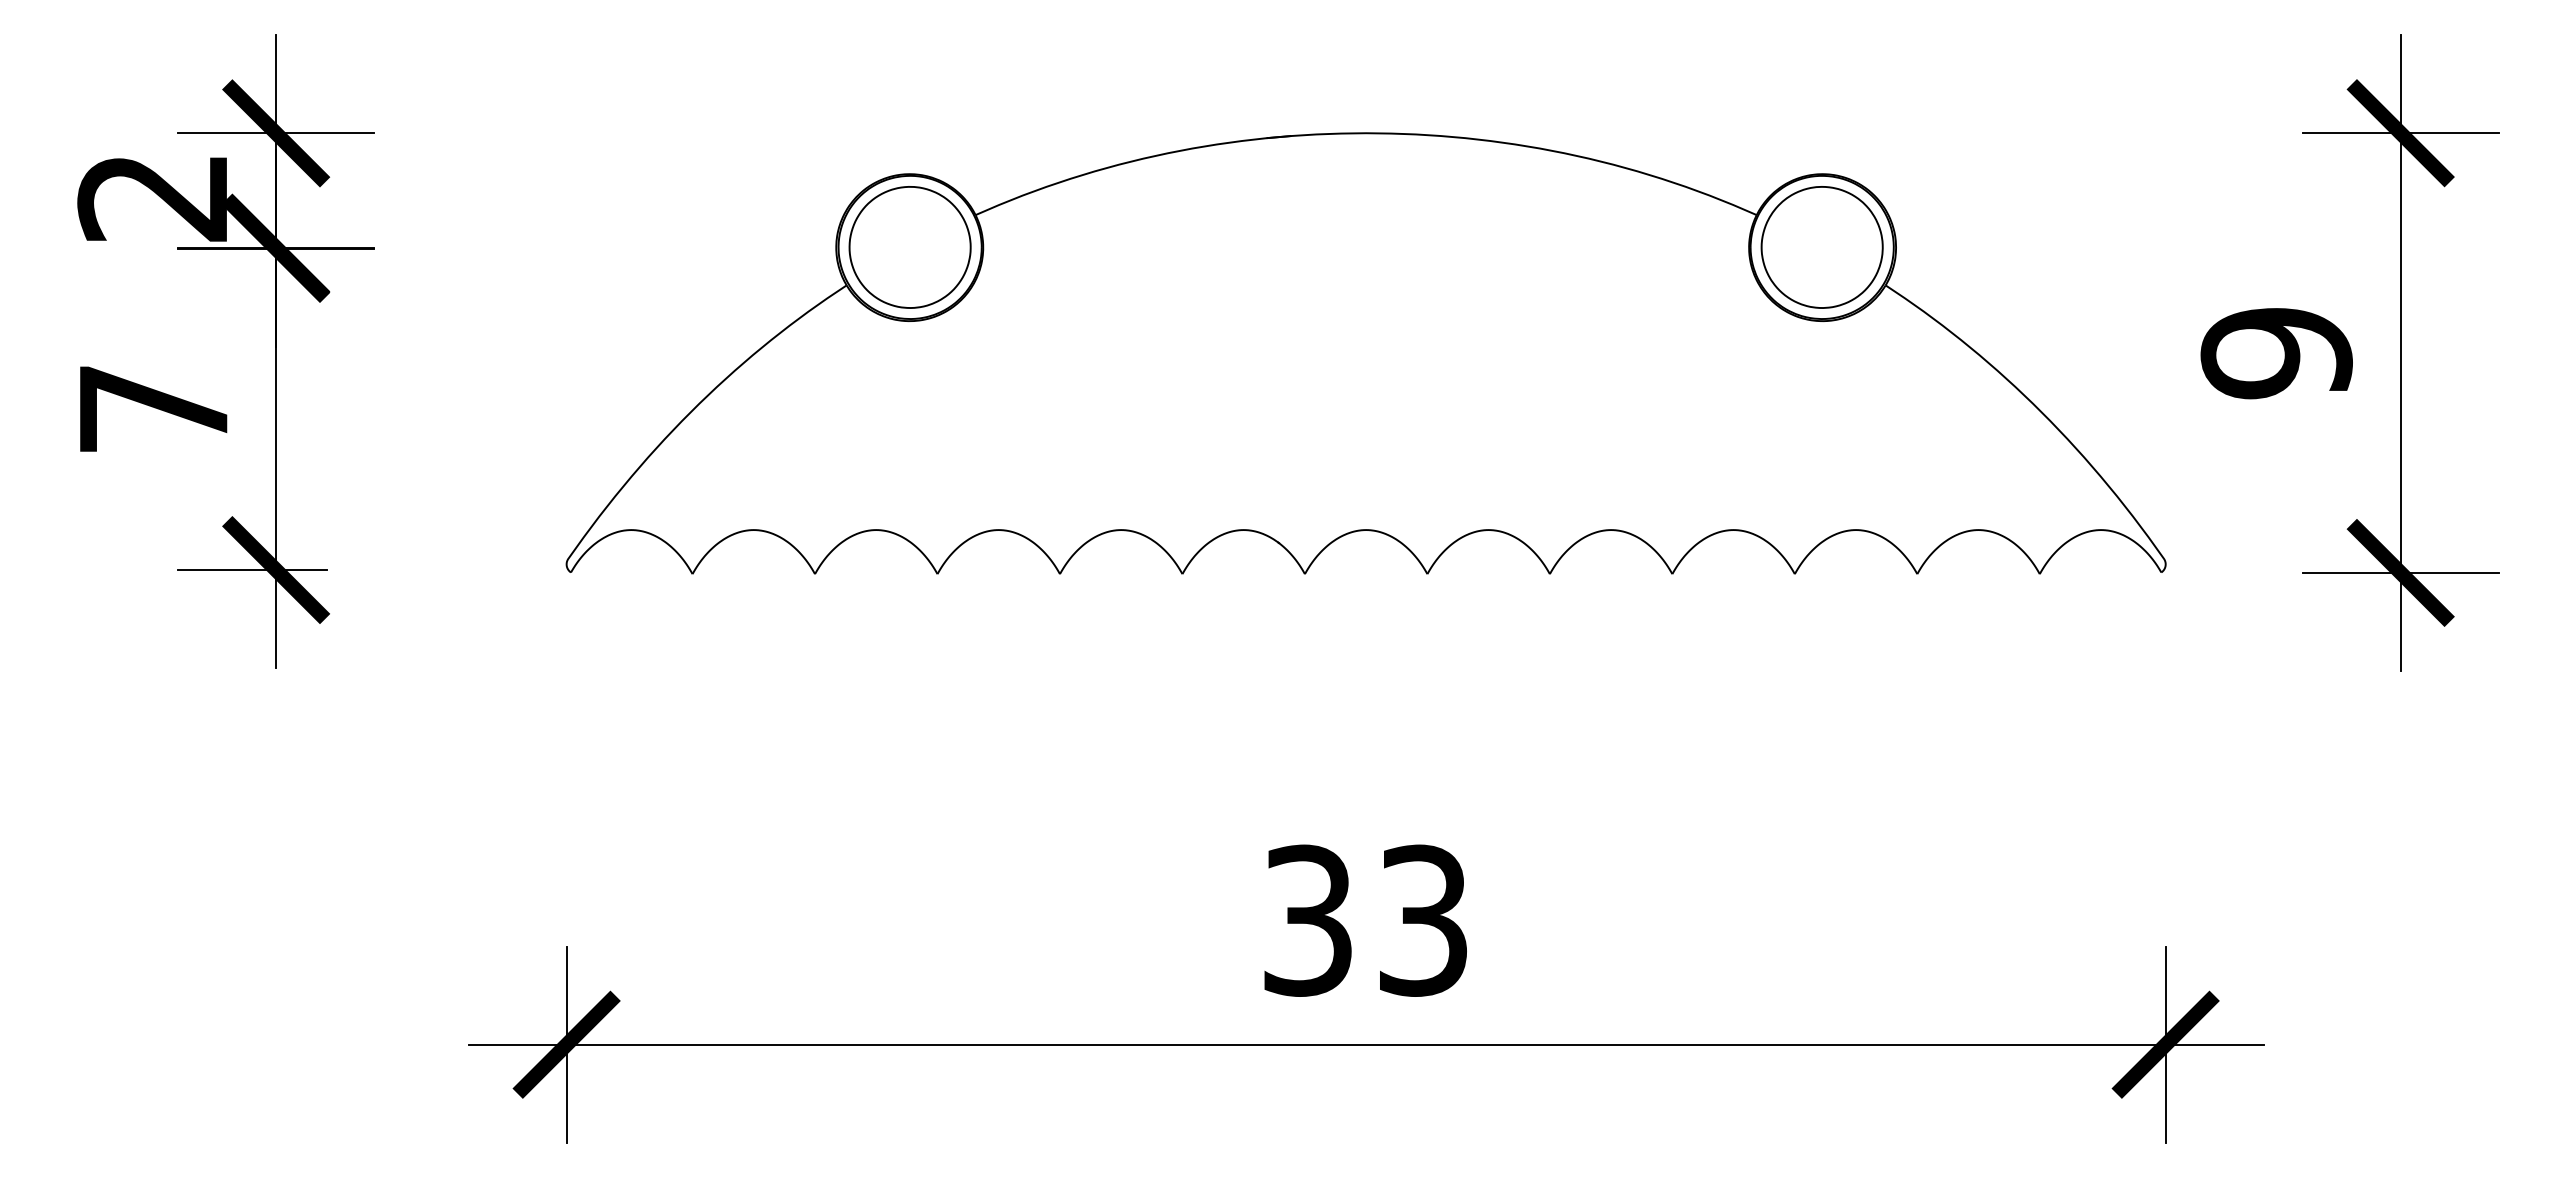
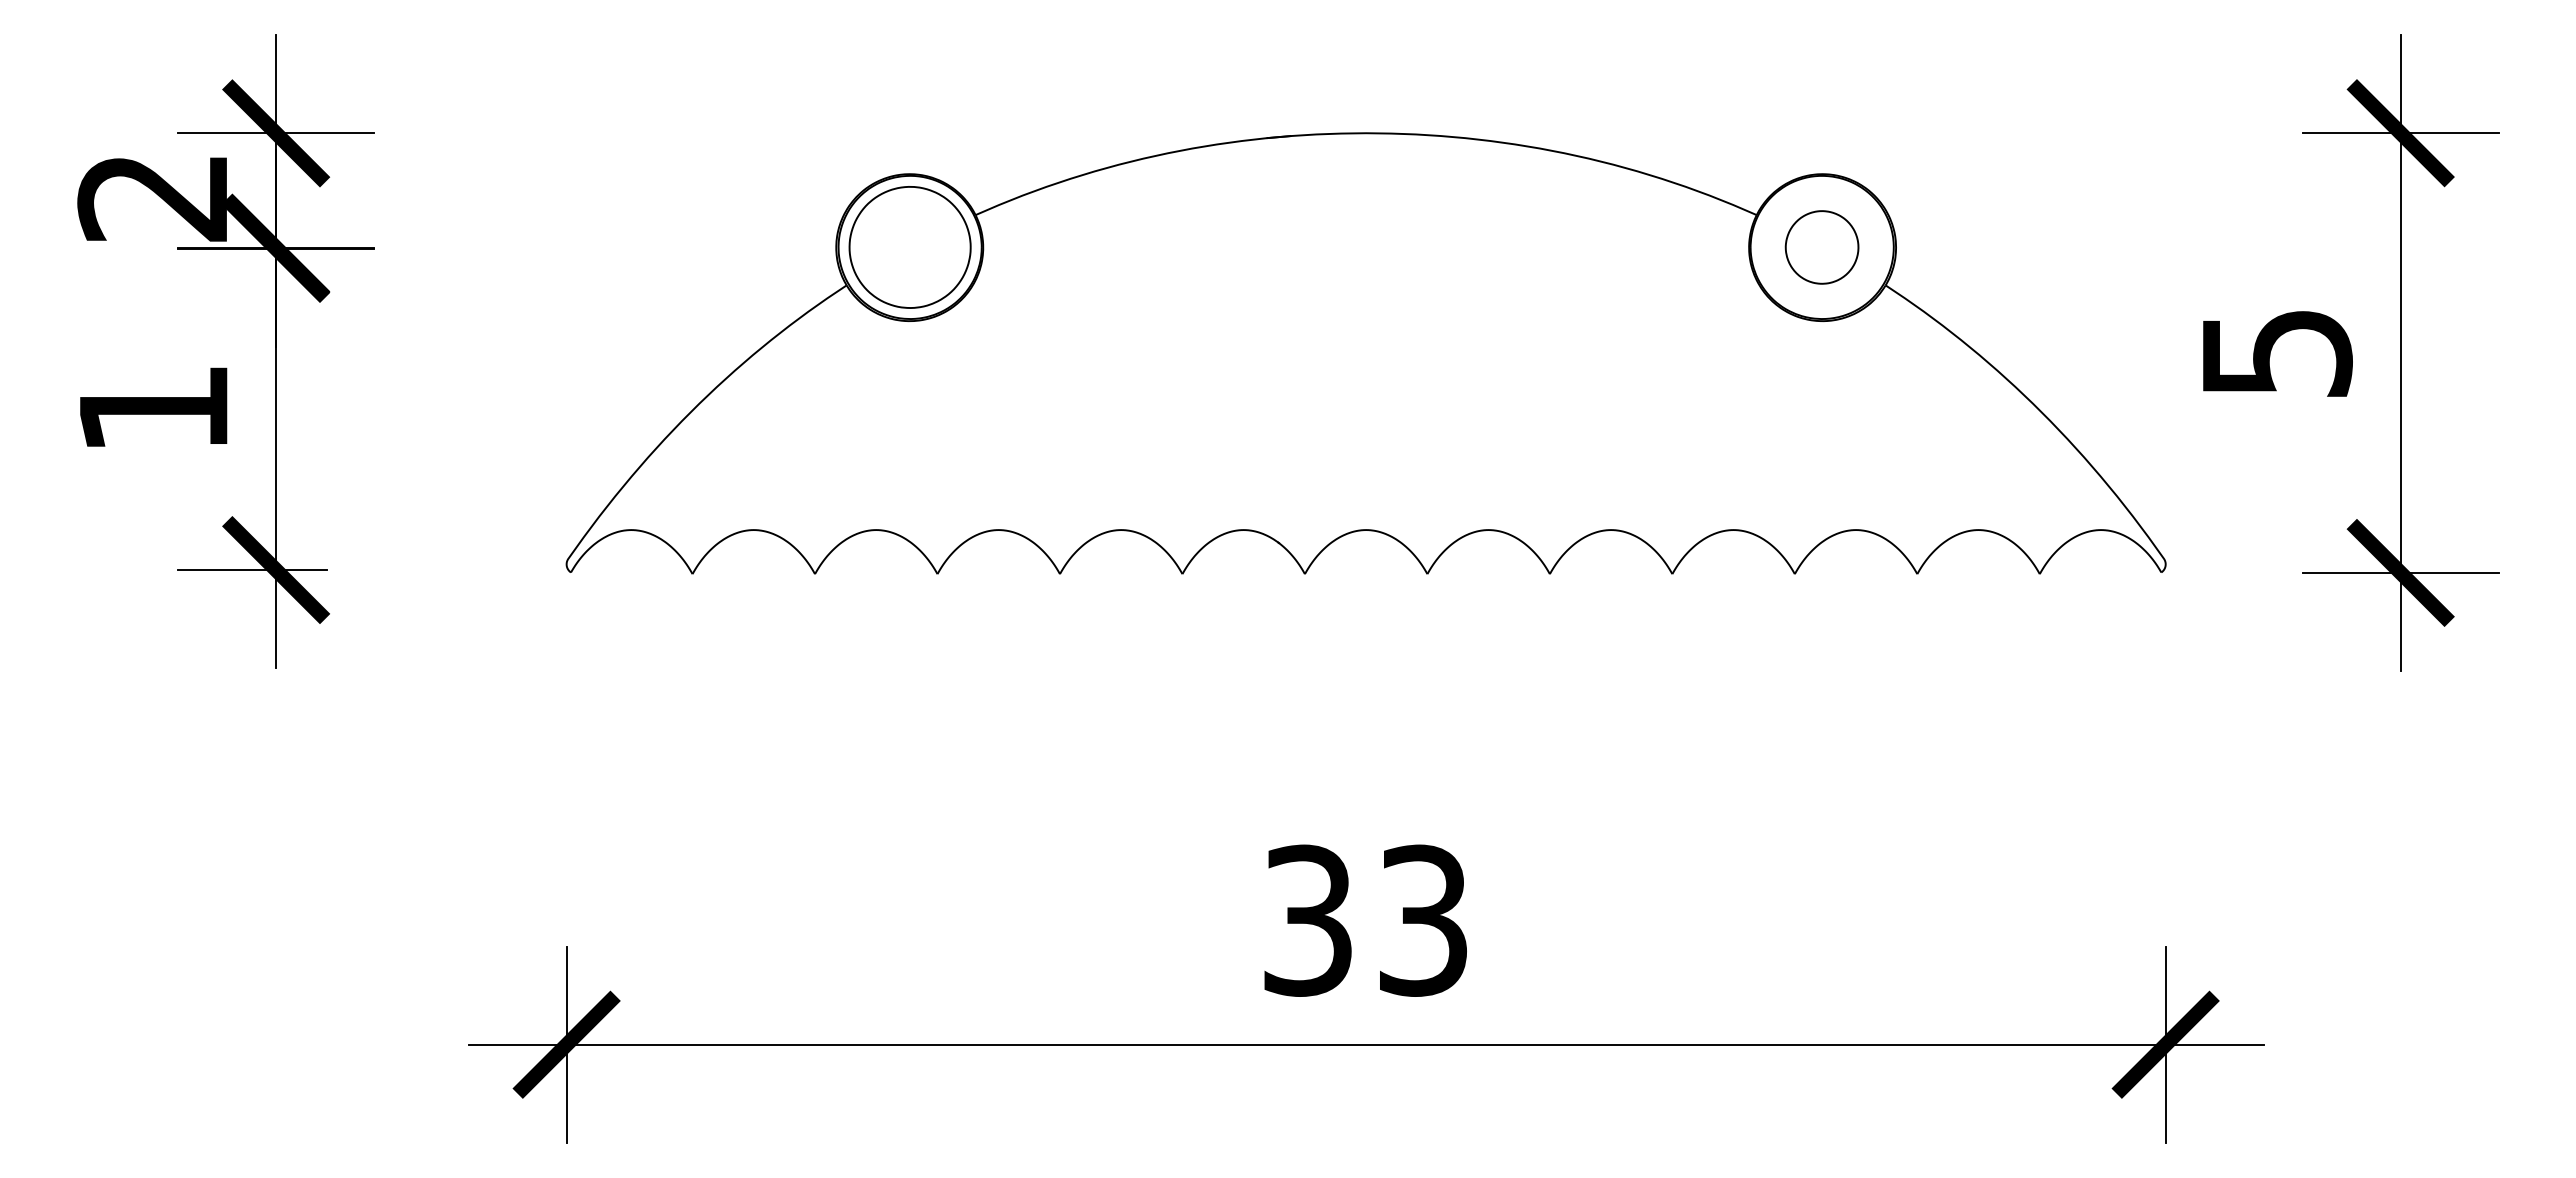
part at (1821, 247) size: 124x123 px -> 76x75 px
text at (2276, 353): 9 -> 5
text at (153, 408): 7 -> 1
